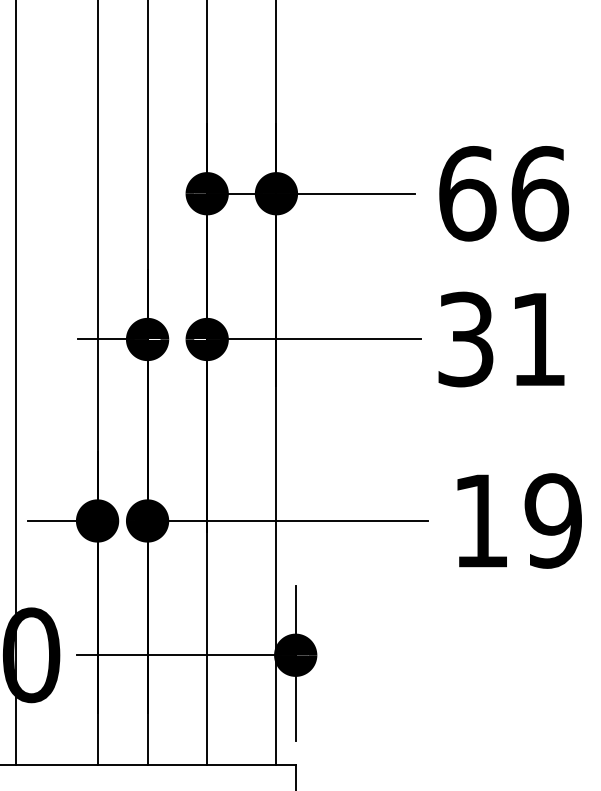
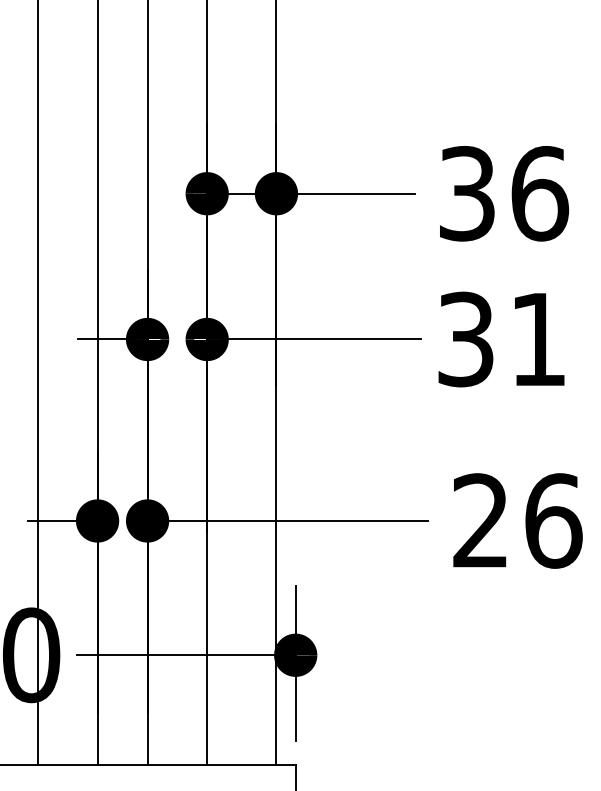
text at (467, 193): 66 -> 36
line at (15, 383) position: (15, 383) -> (37, 383)
text at (517, 520): 19 -> 26
